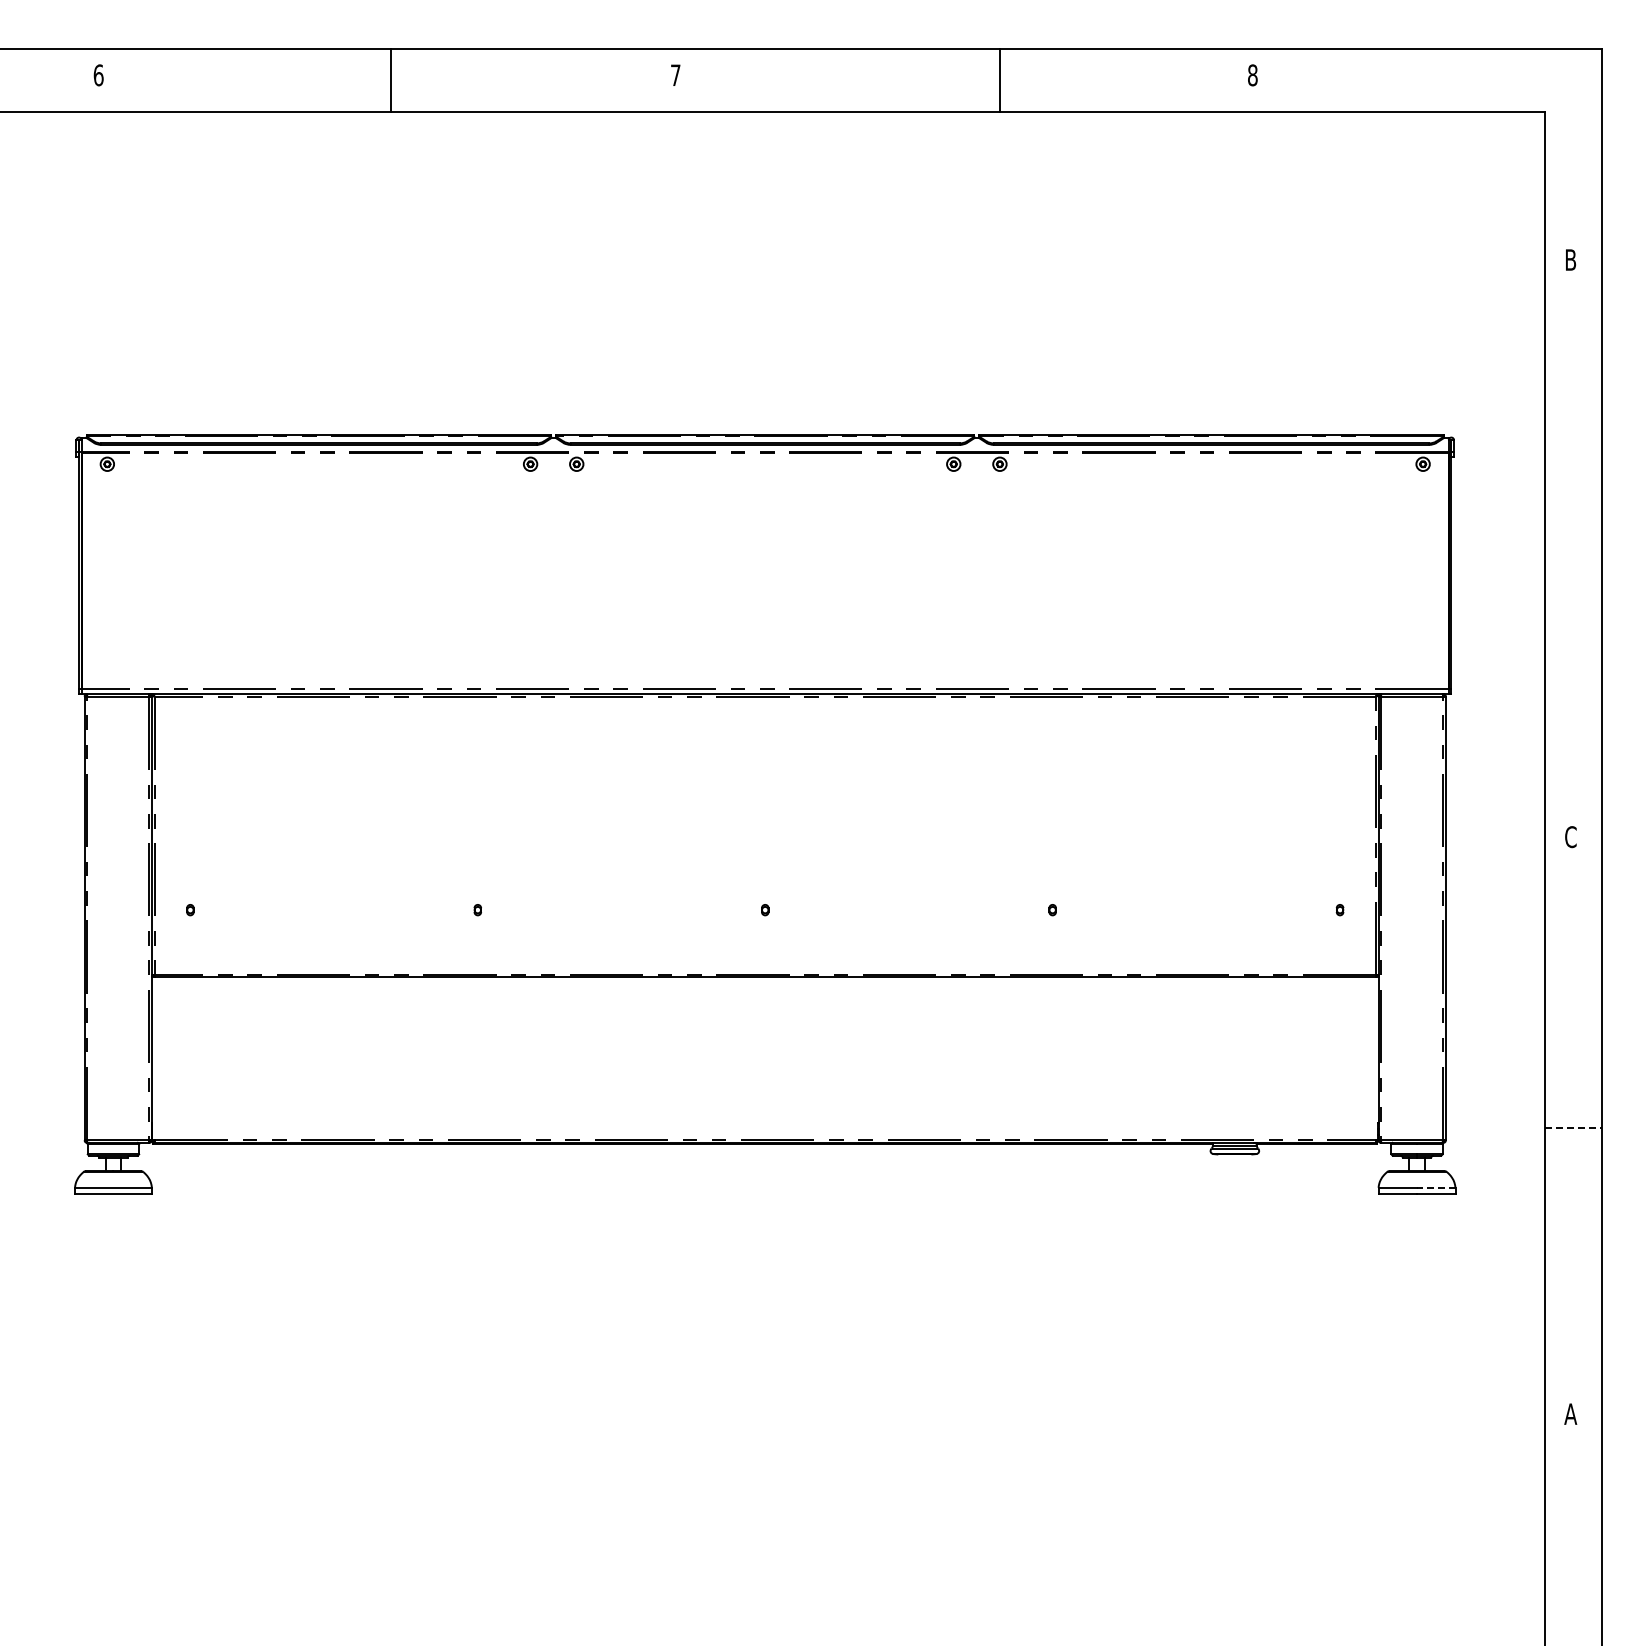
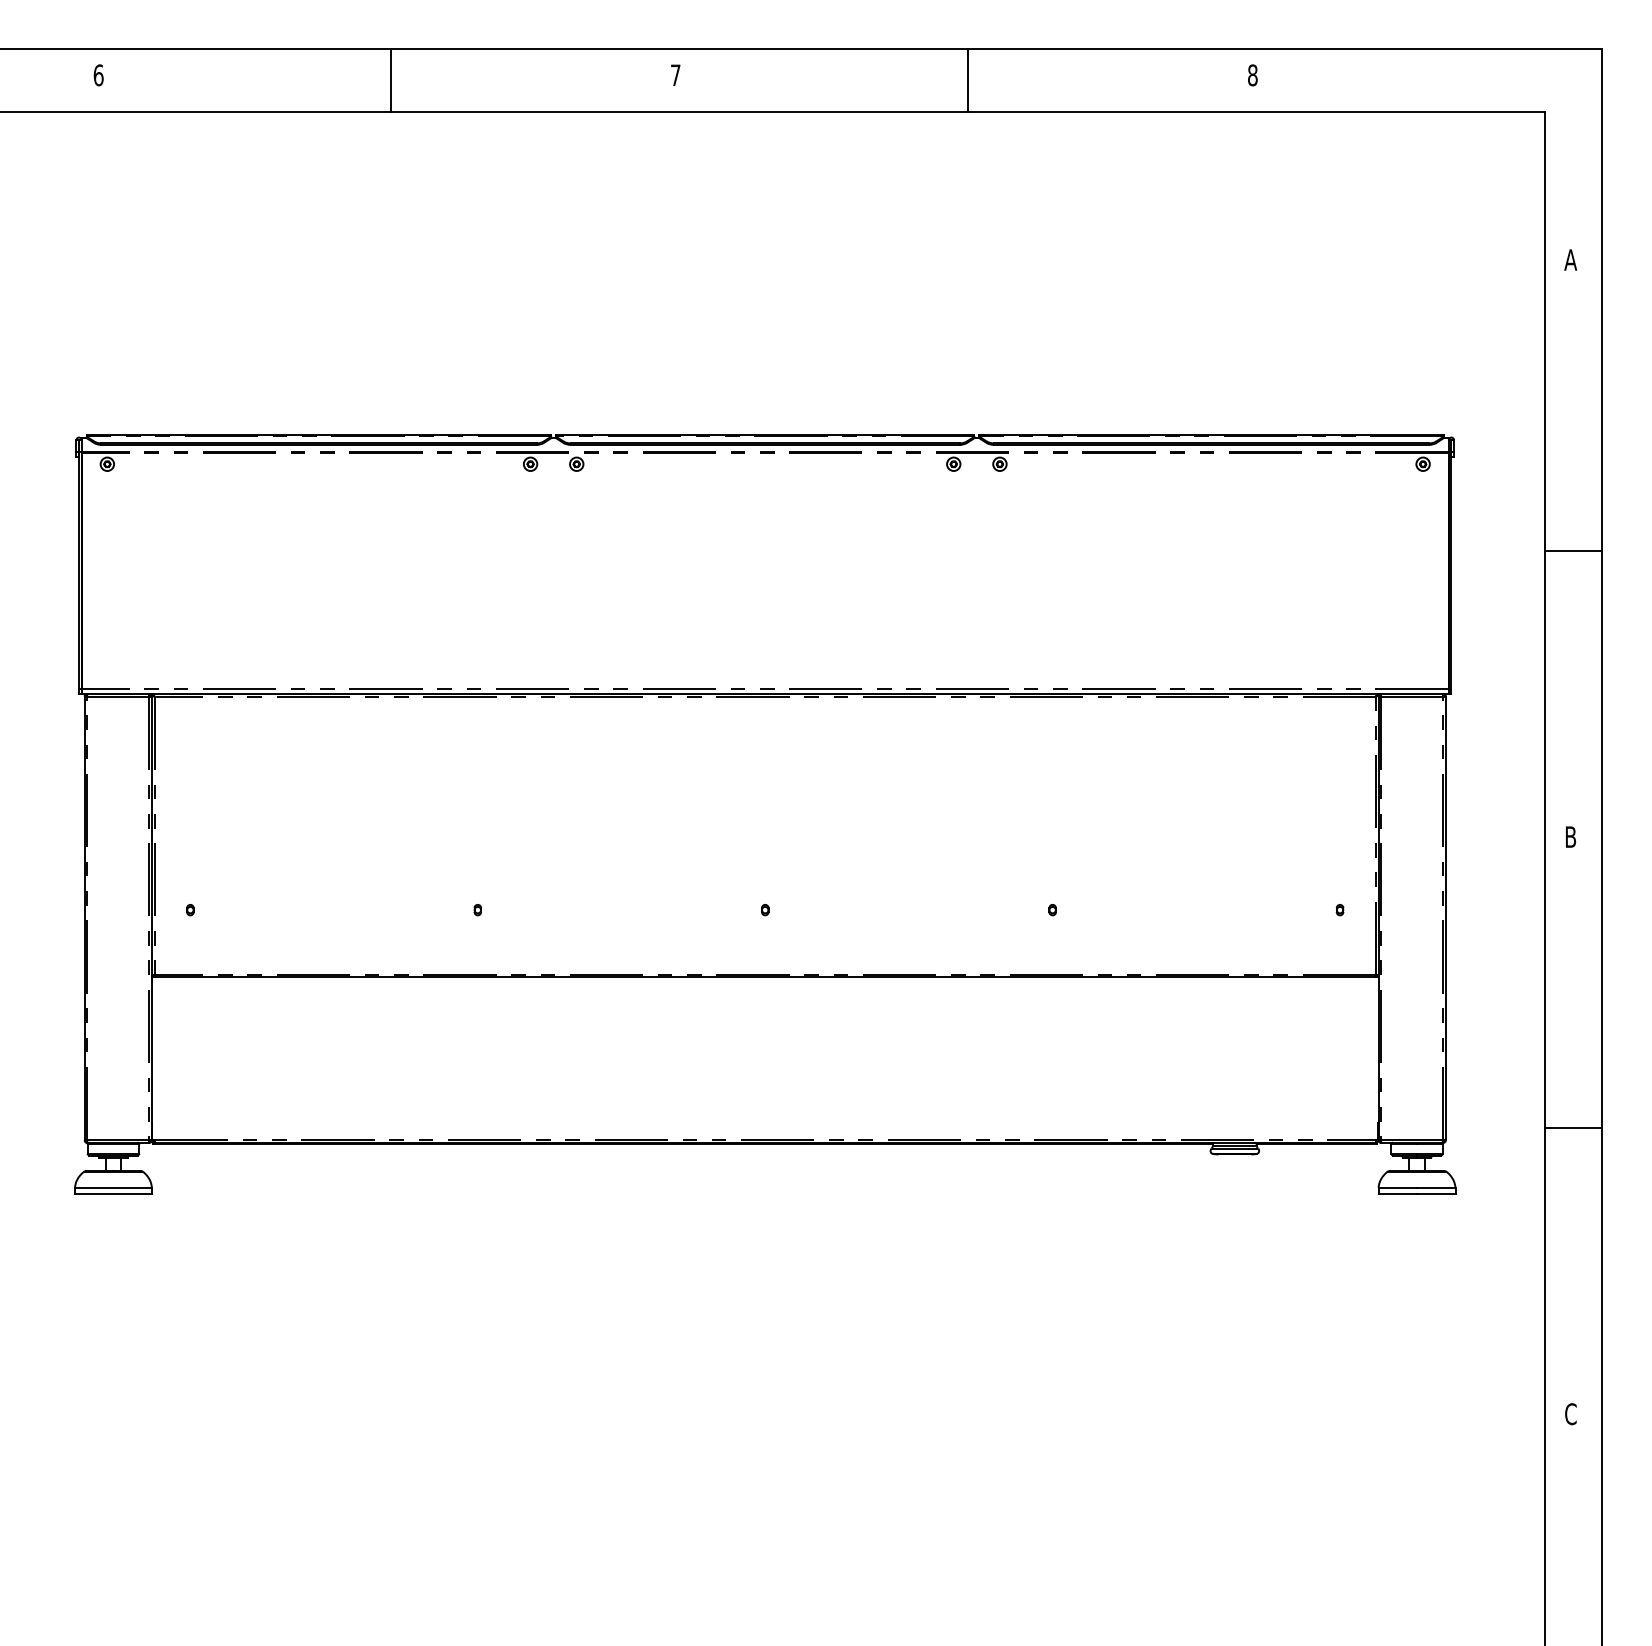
line at (999, 80) position: (999, 80) -> (967, 80)
text at (1570, 259): B -> A
line at (1573, 551): none -> present
text at (1570, 837): C -> B
line at (1573, 1128): dashed -> solid
line at (1435, 1187): dashed -> solid
text at (1570, 1414): A -> C
